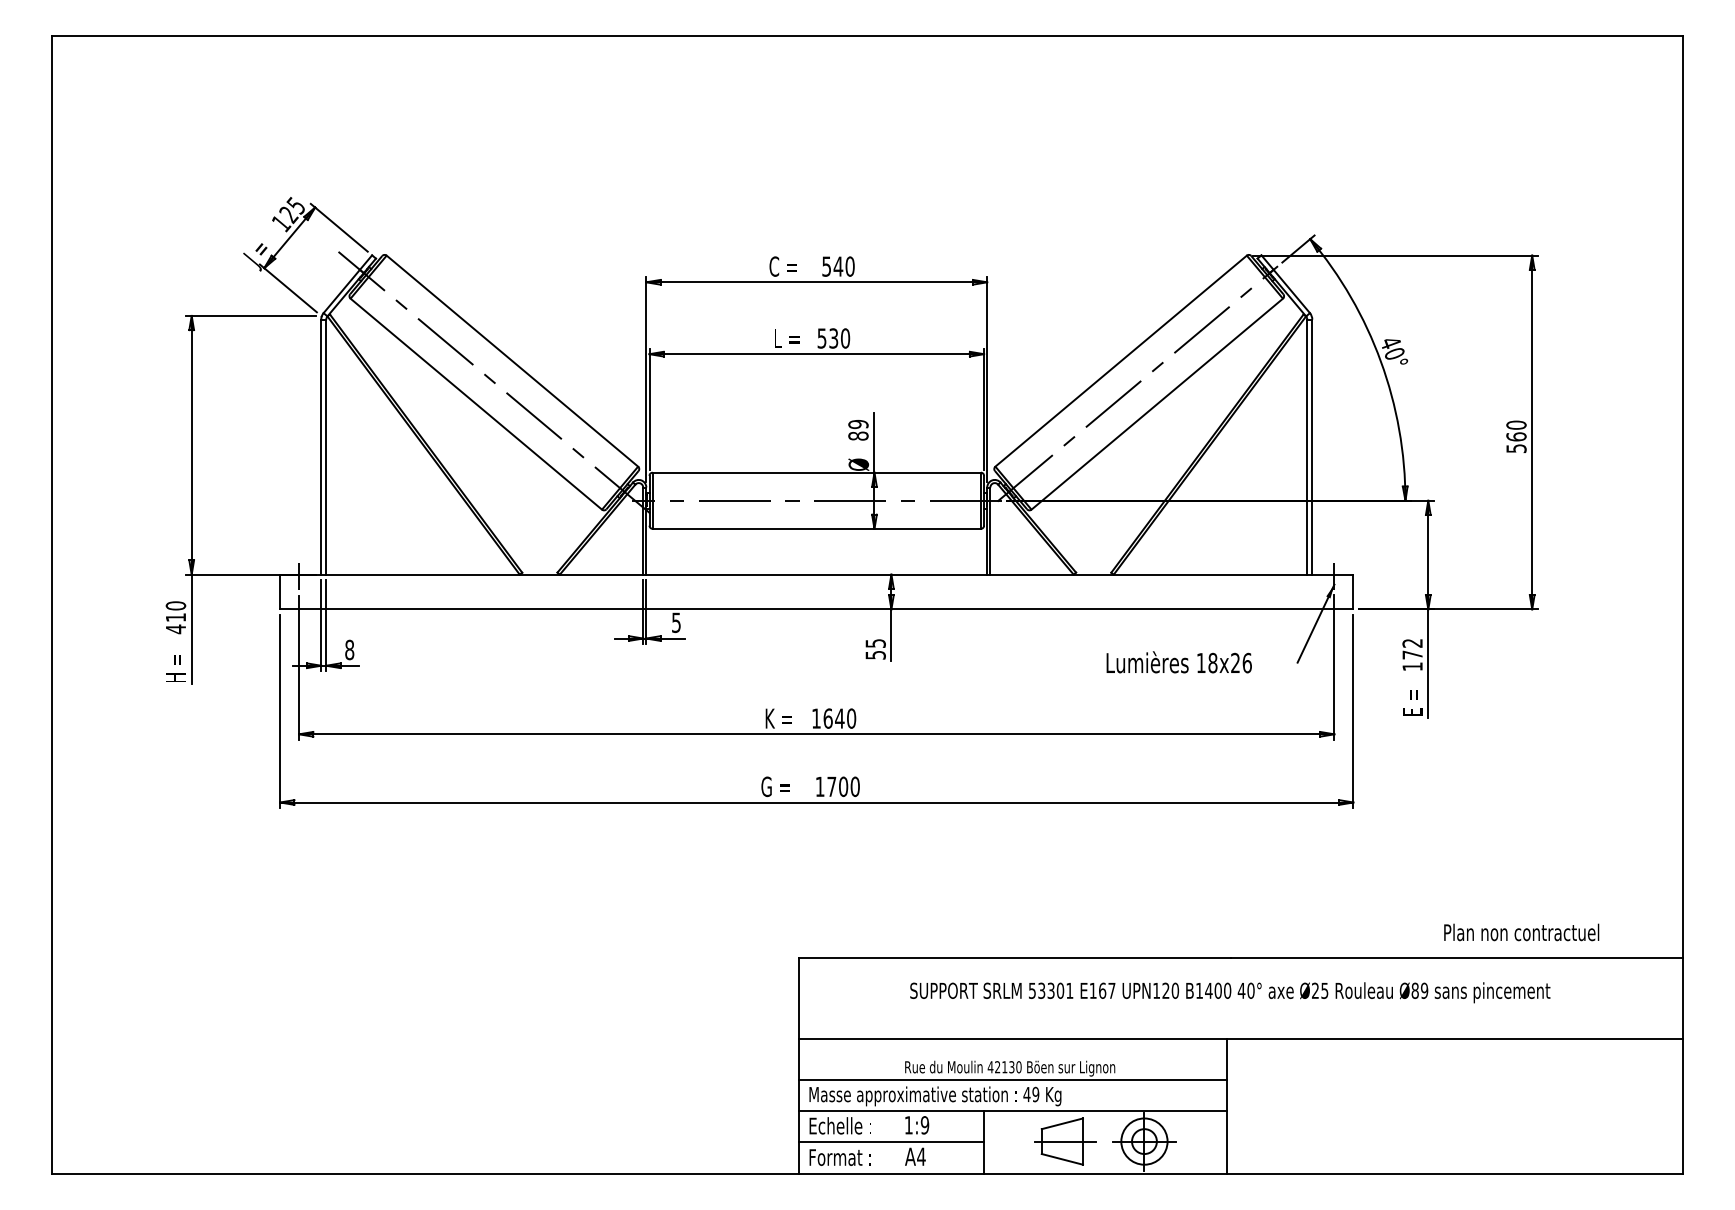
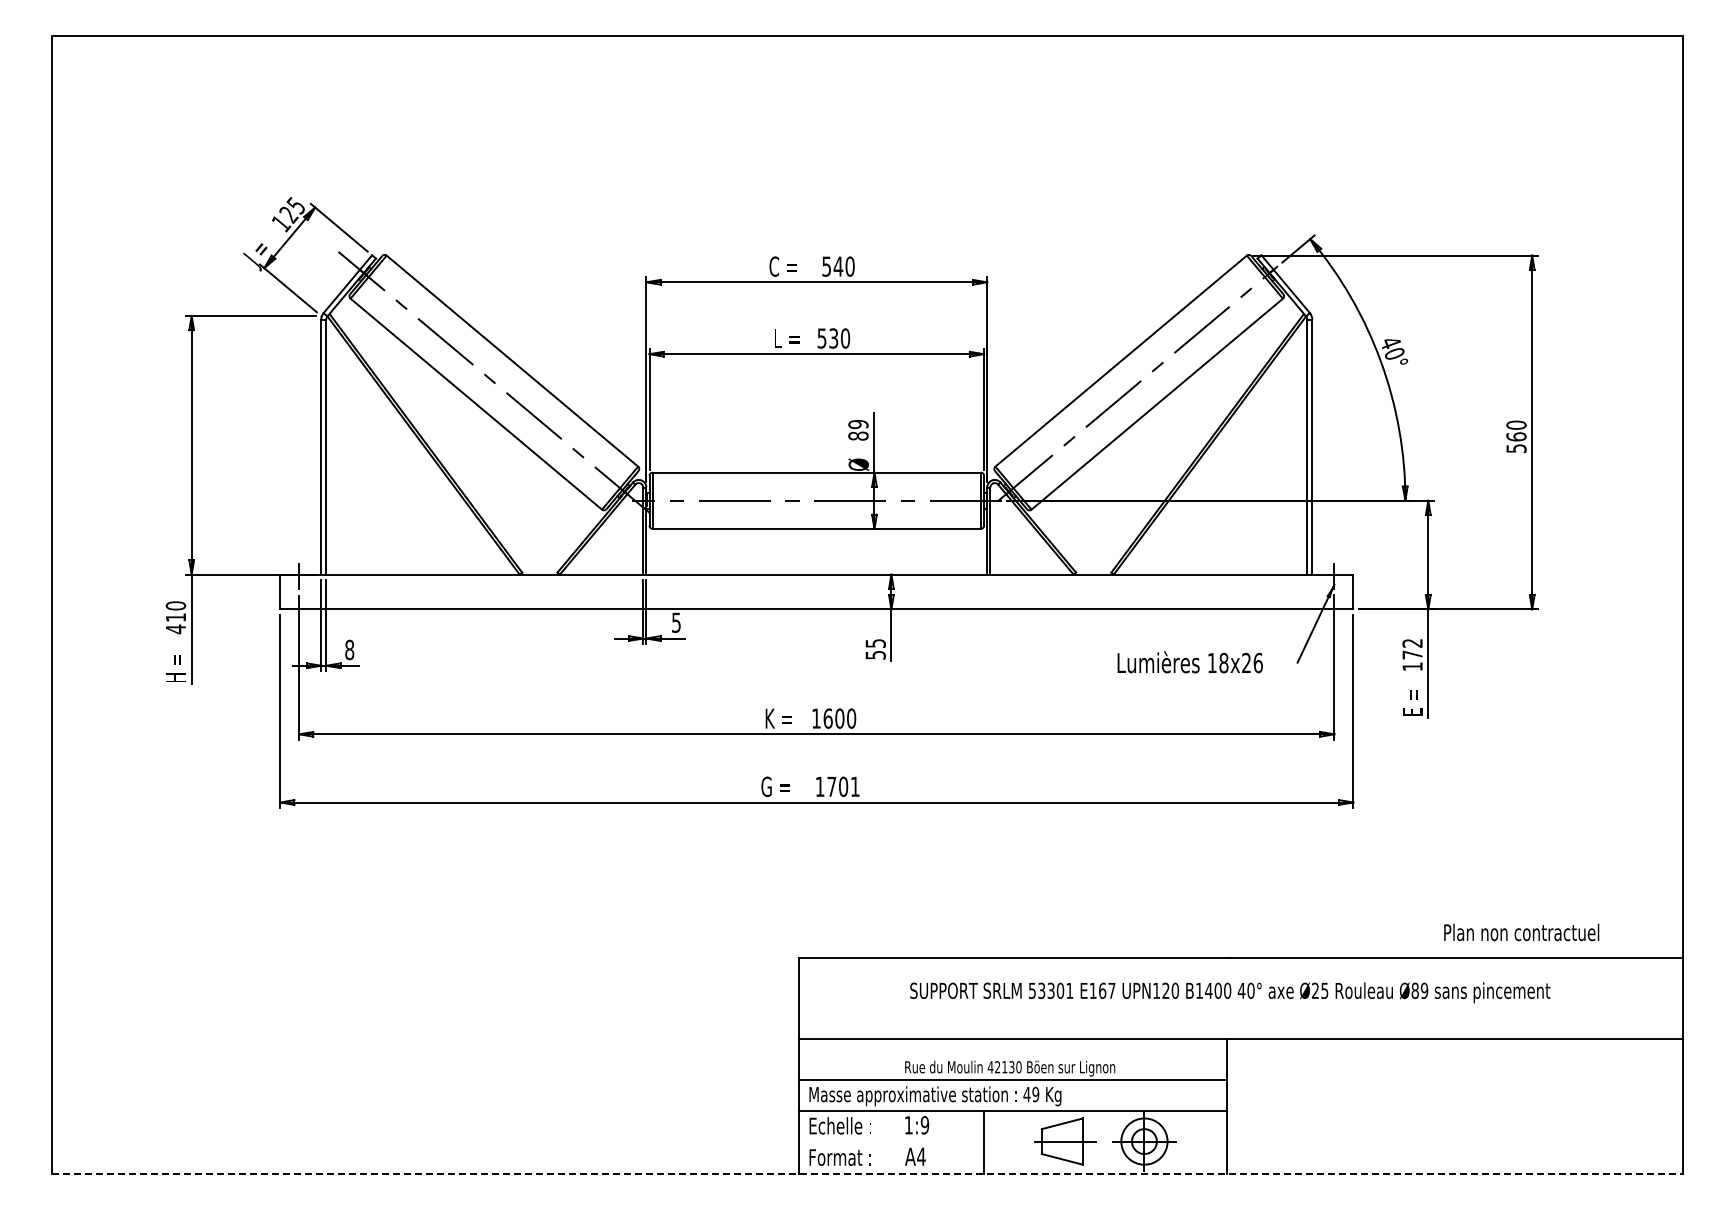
text at (1178, 662) position: (1178, 662) -> (1189, 662)
text at (839, 718): 1640 -> 1600
text at (854, 786): 1700 -> 1701
line at (891, 1142): present -> none
line at (868, 1173): solid -> dashed
